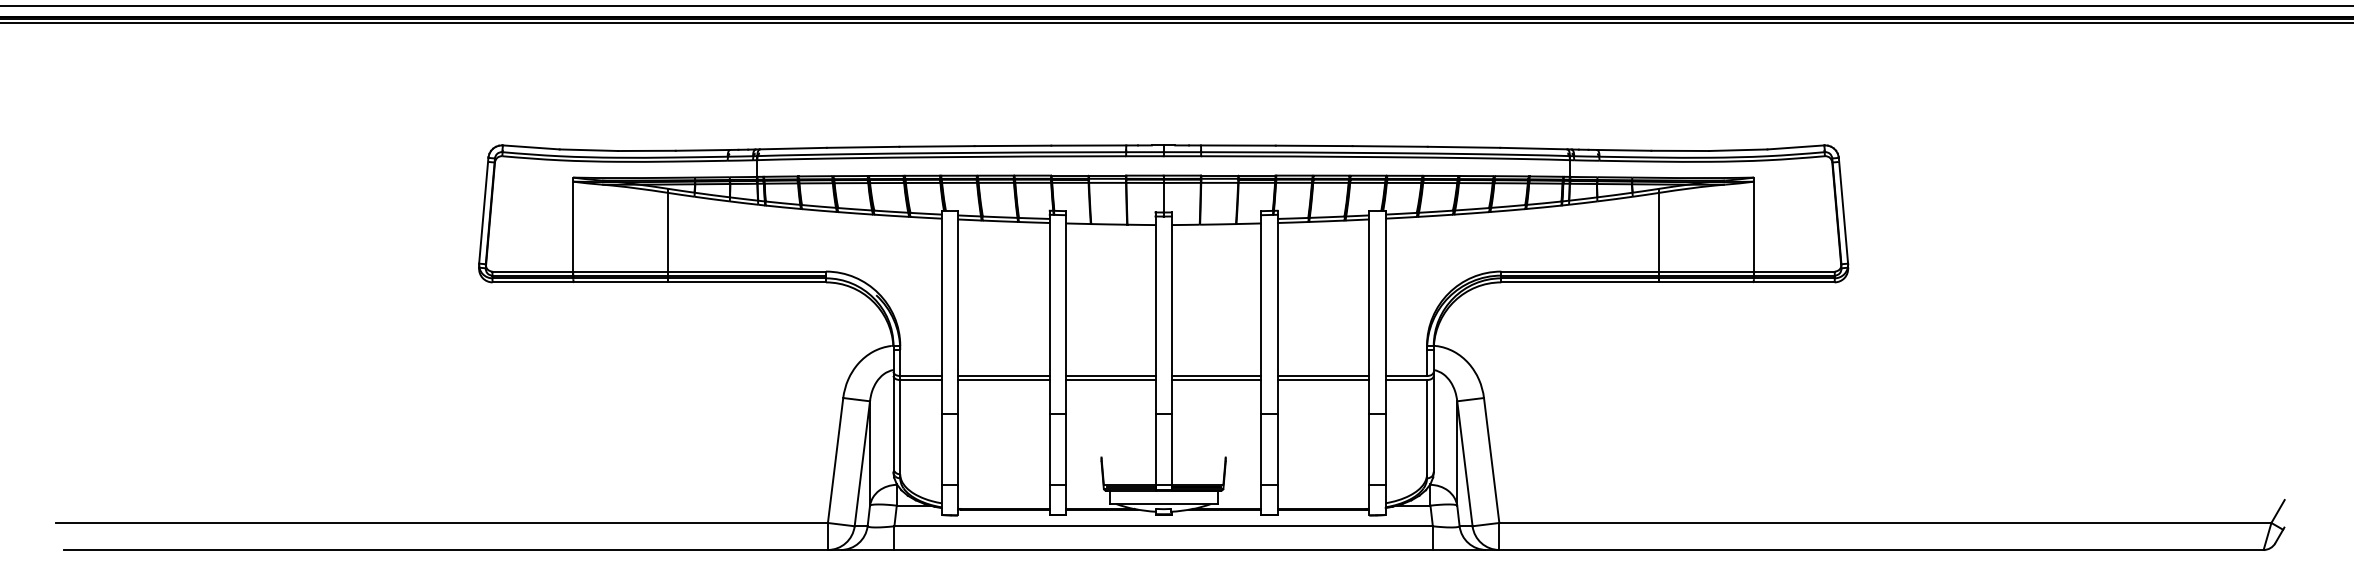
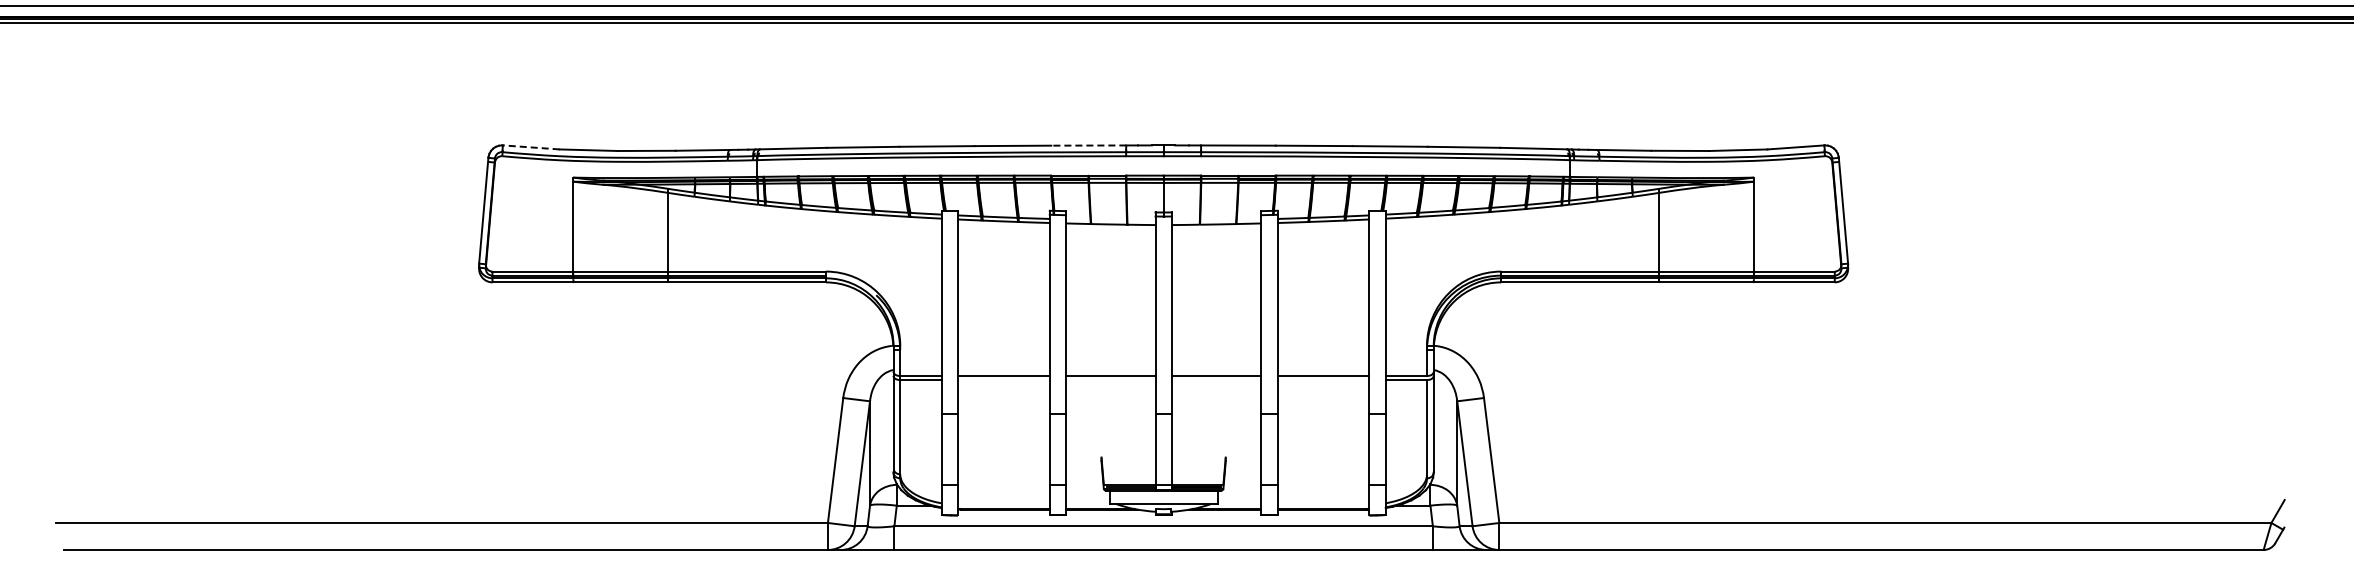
line at (1088, 145): solid -> dashed
line at (530, 147): solid -> dashed
line at (1003, 380): present -> none
line at (1110, 380): present -> none
line at (1216, 380): present -> none
line at (1323, 380): present -> none
